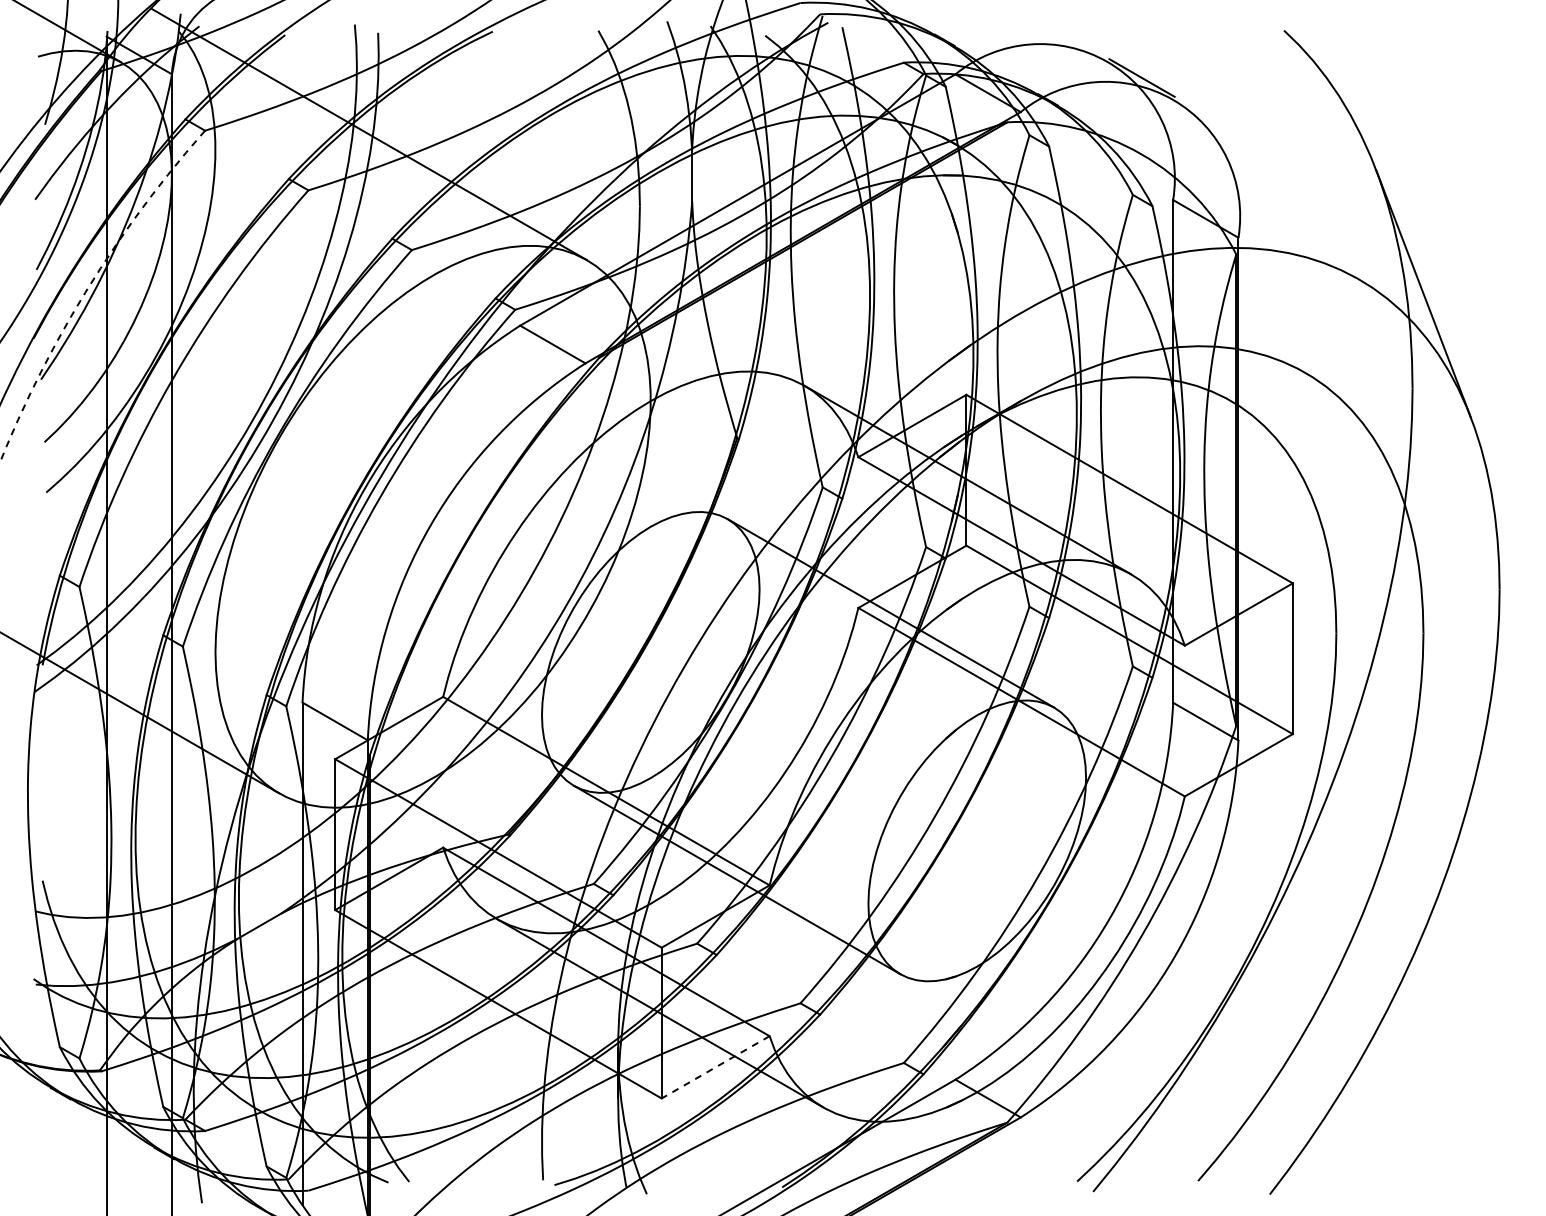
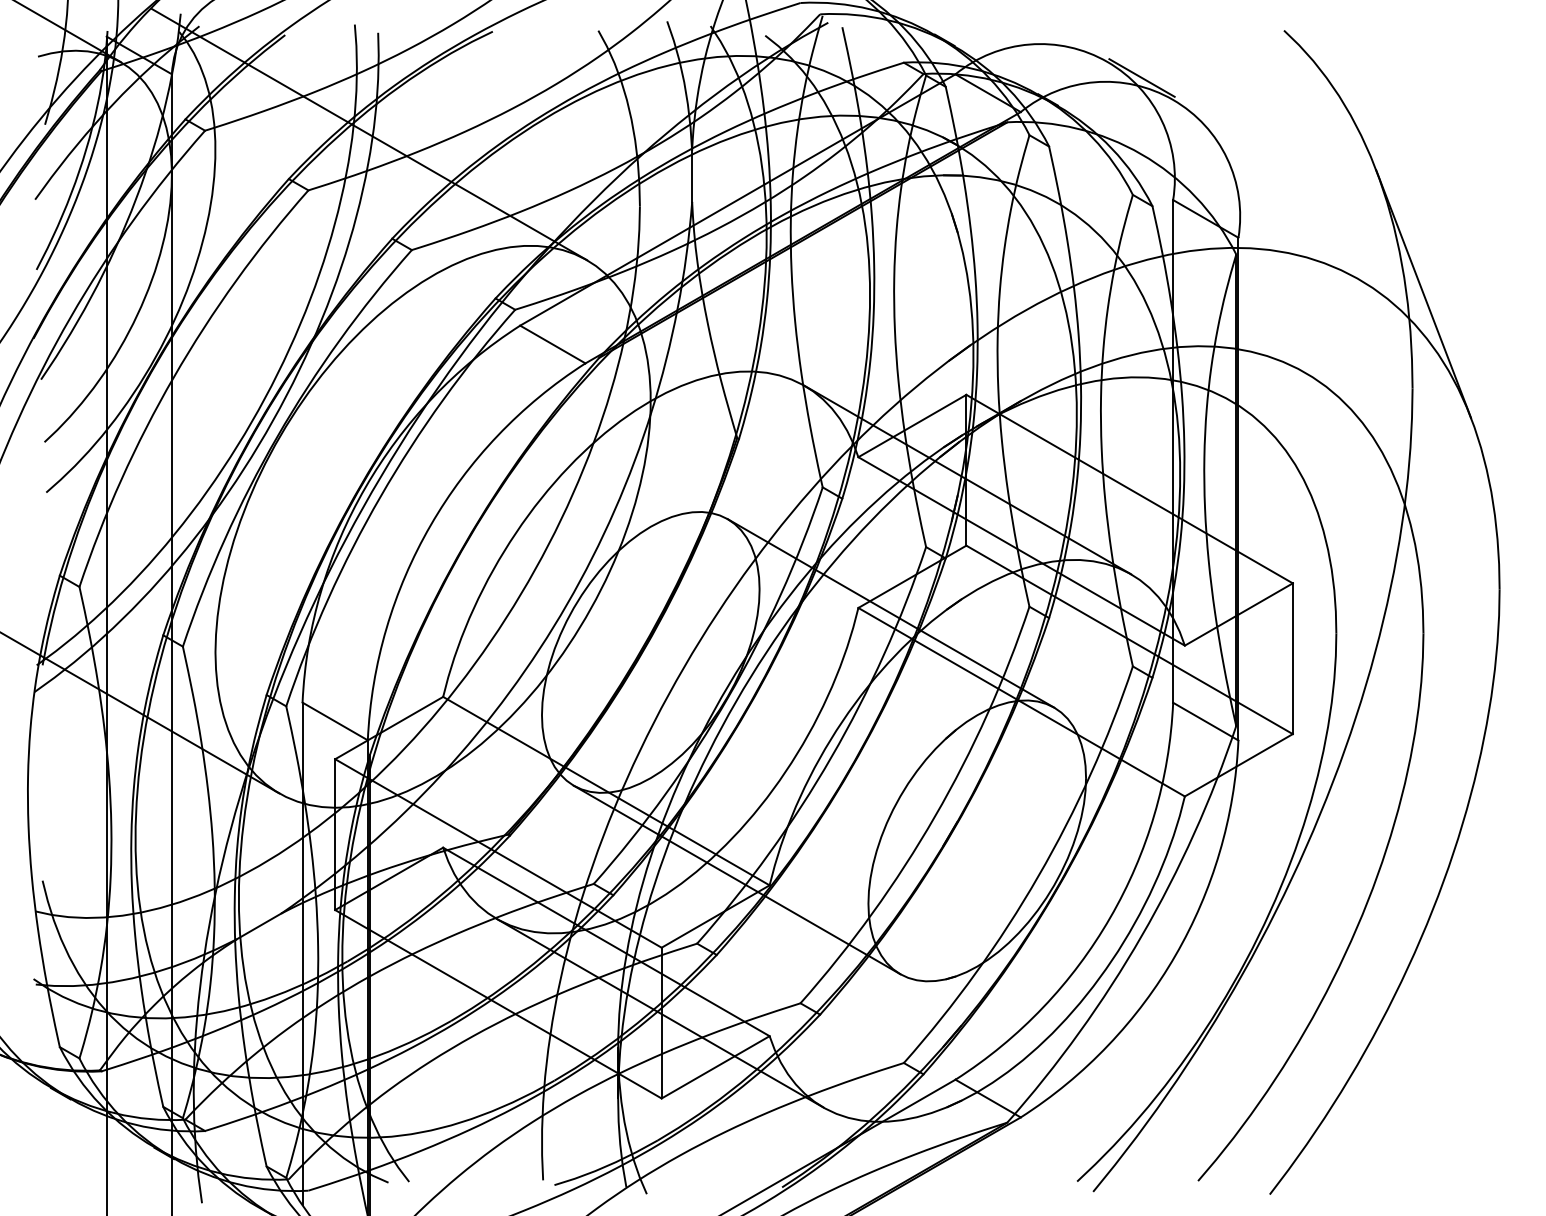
arc at (87, 288): dashed -> solid
line at (715, 1067): dashed -> solid
